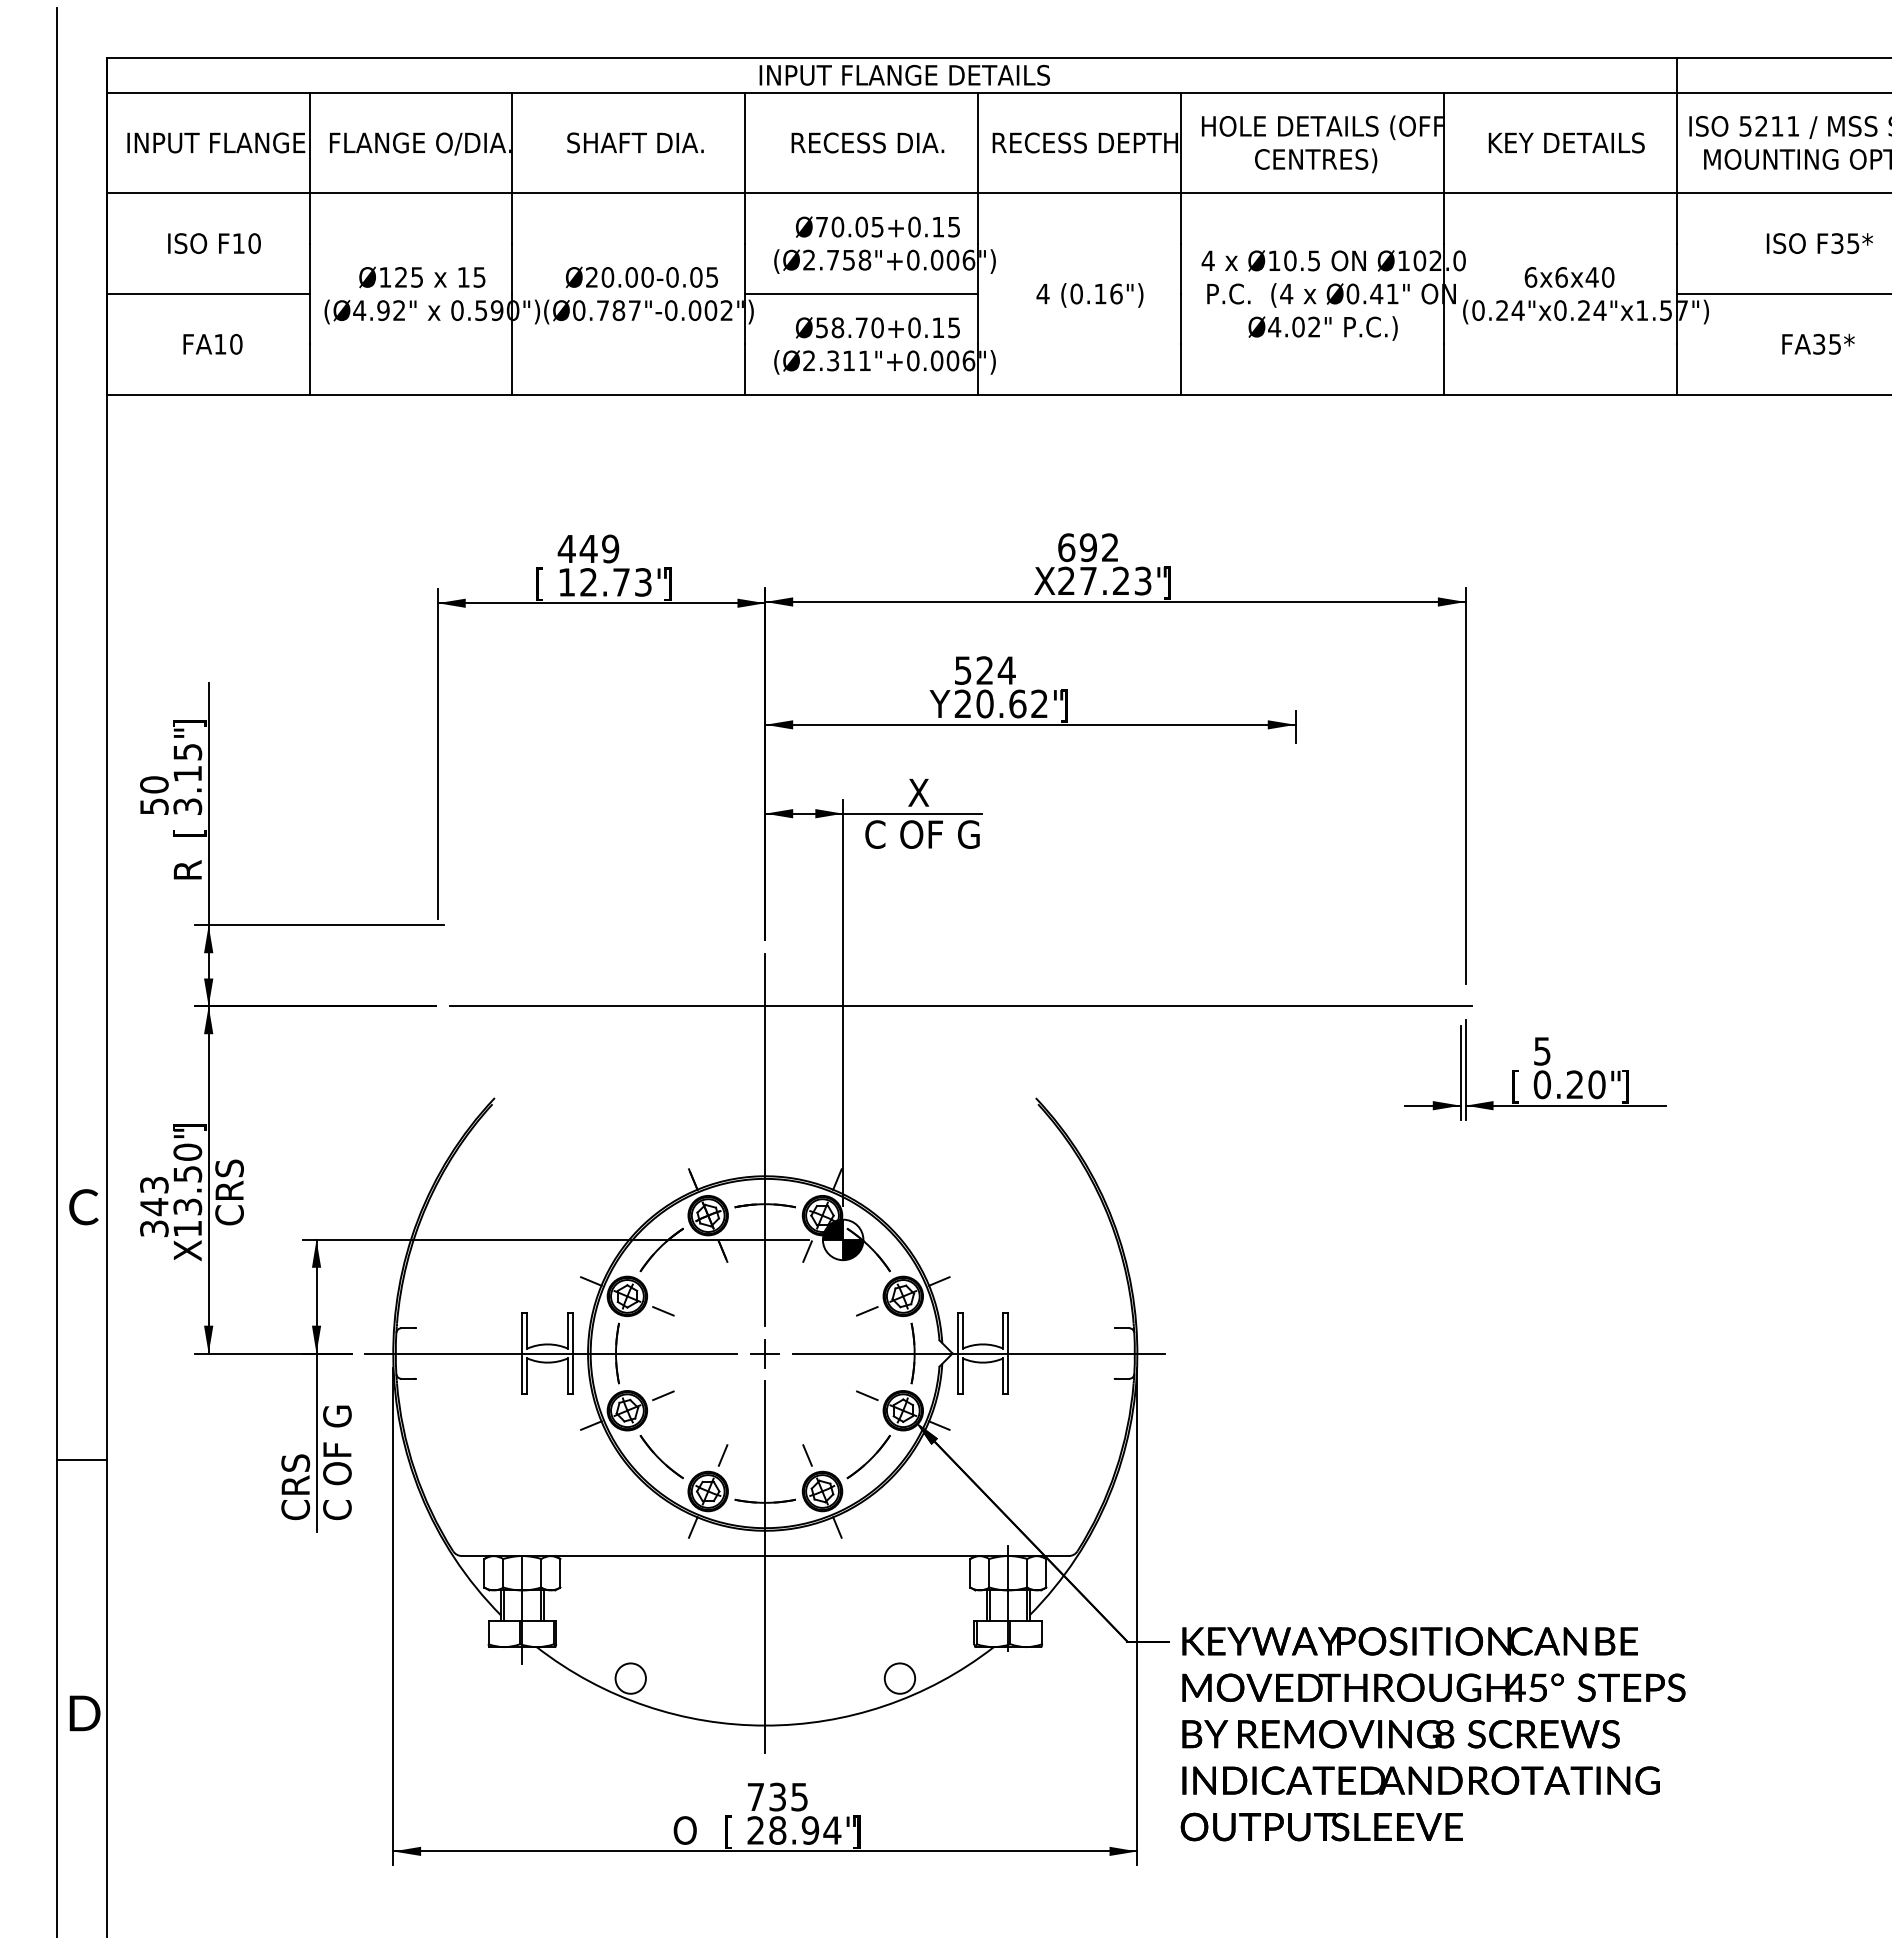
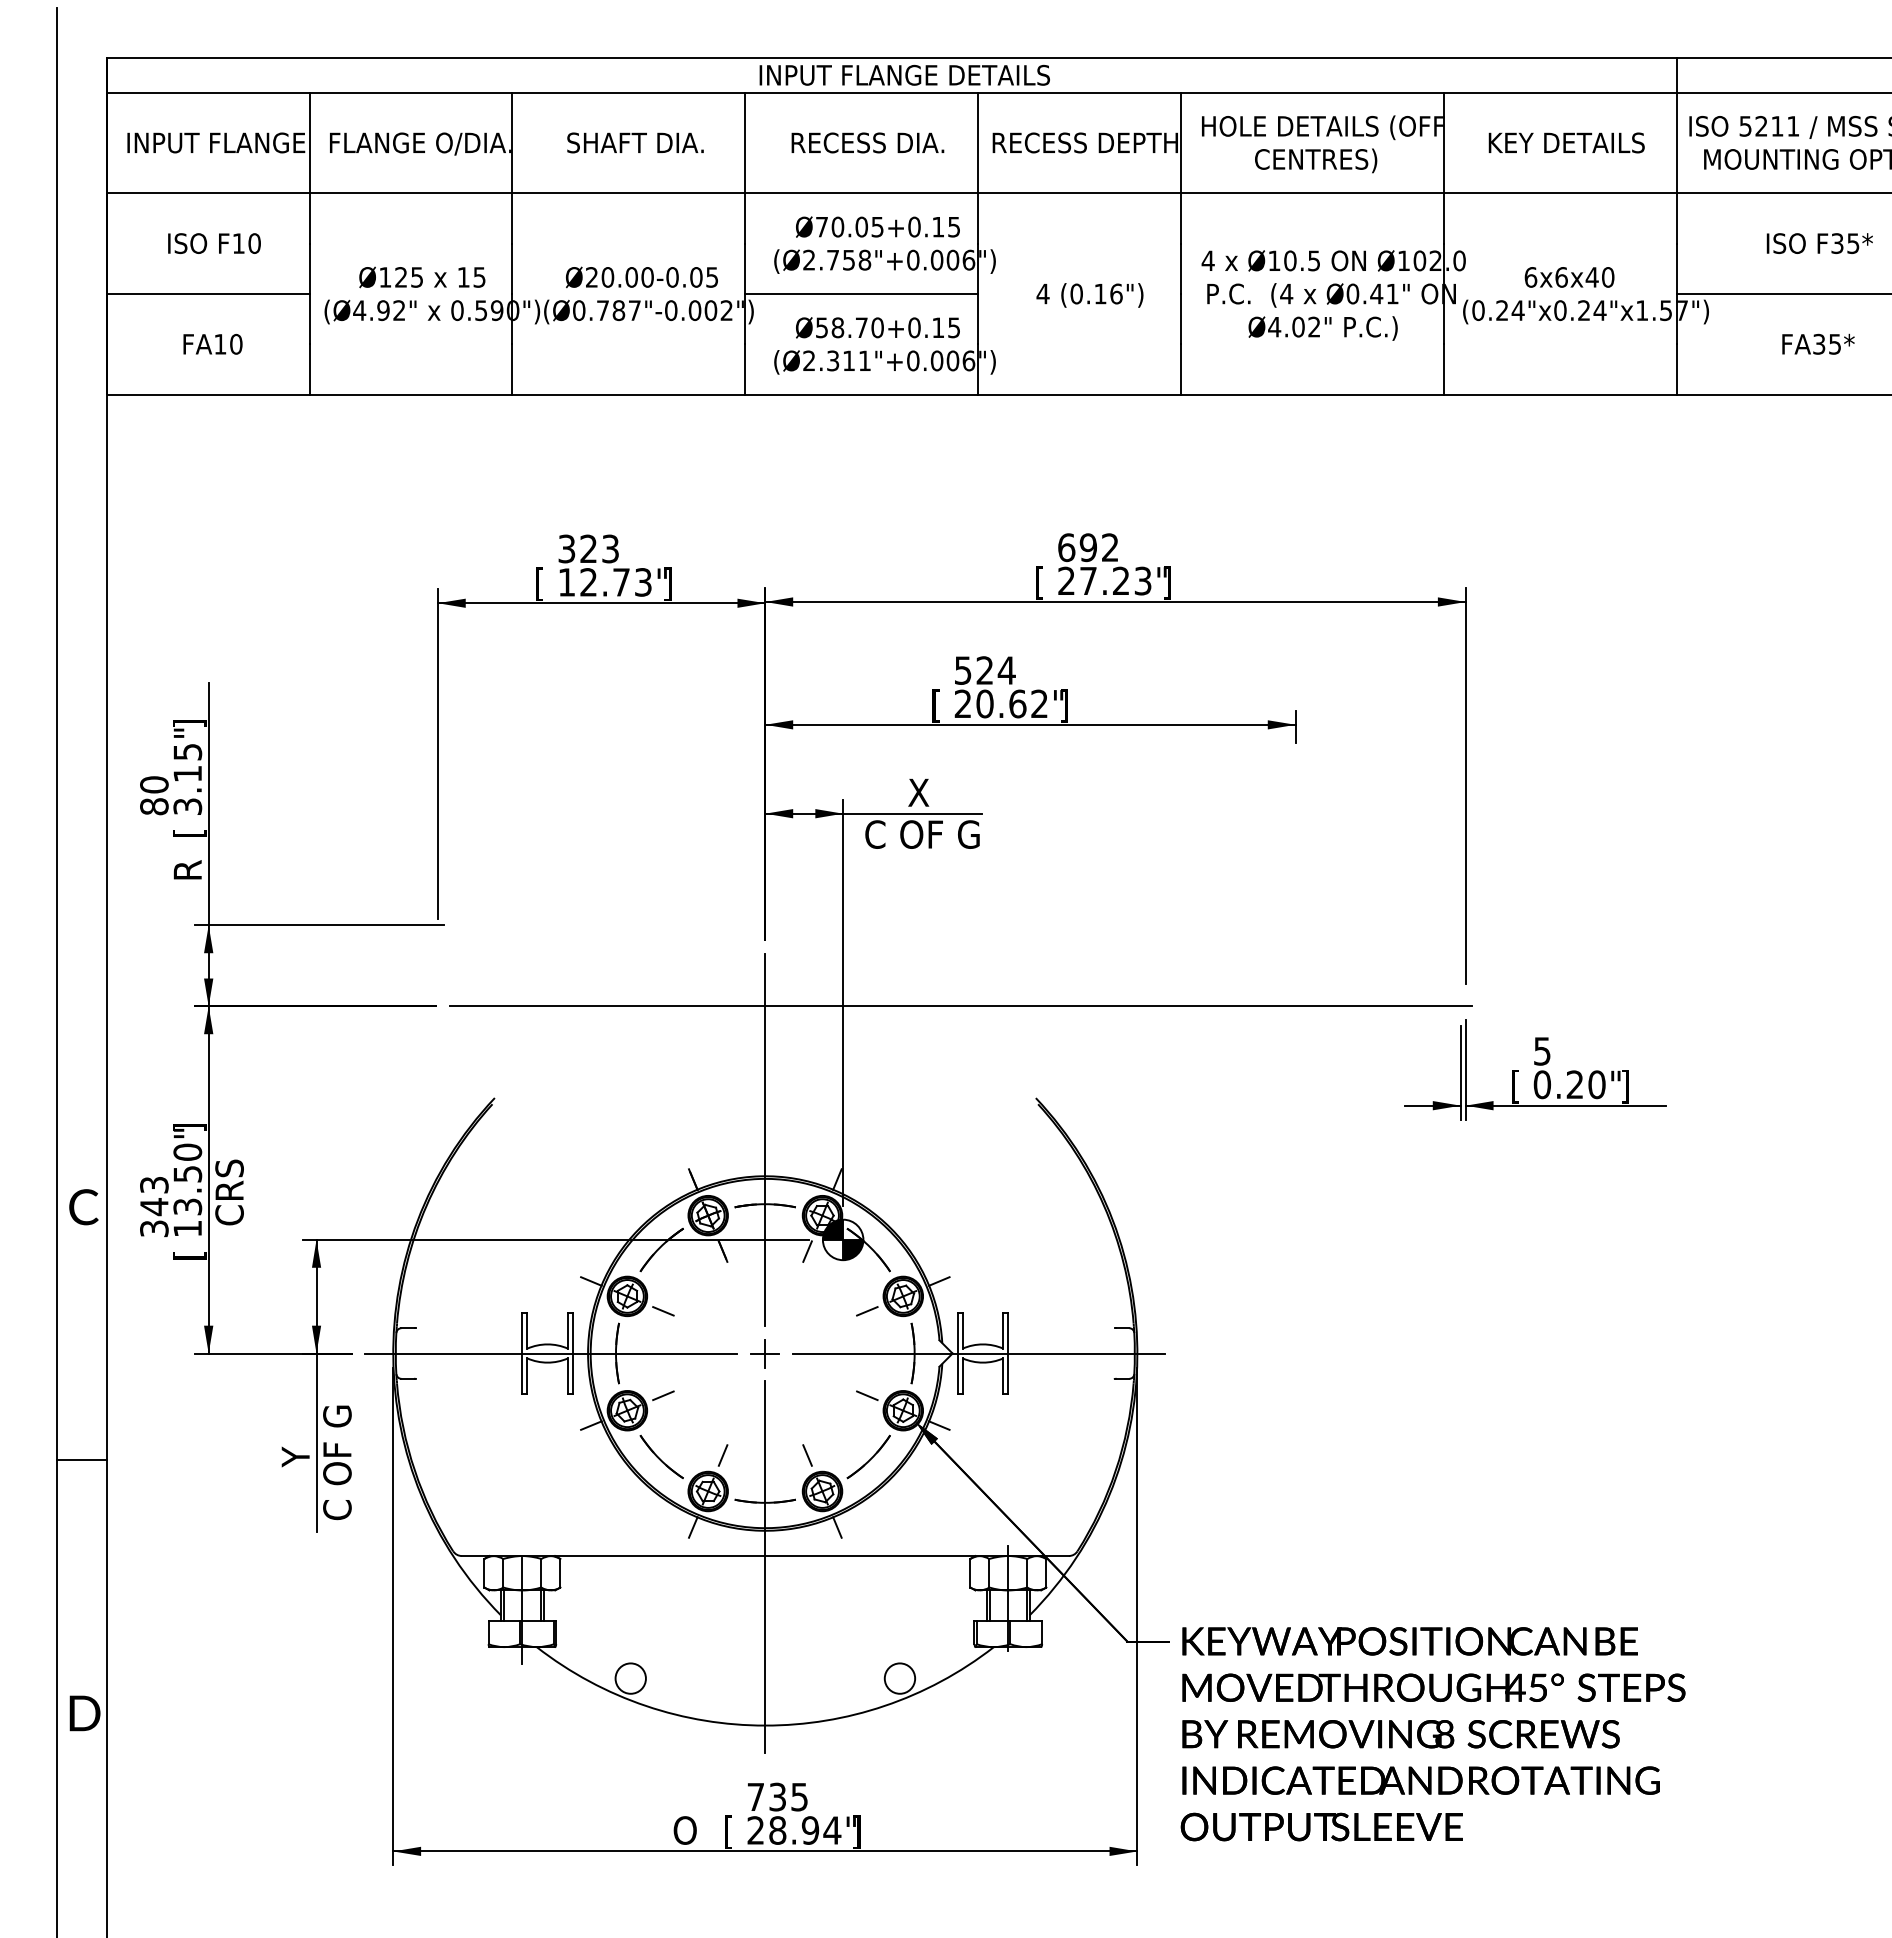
text at (588, 548): 449 -> 323
text at (1044, 582): X -> [
text at (939, 705): Y -> [
text at (154, 806): 50 -> 80
text at (189, 1250): X -> [
text at (295, 1483): CRS -> Y
